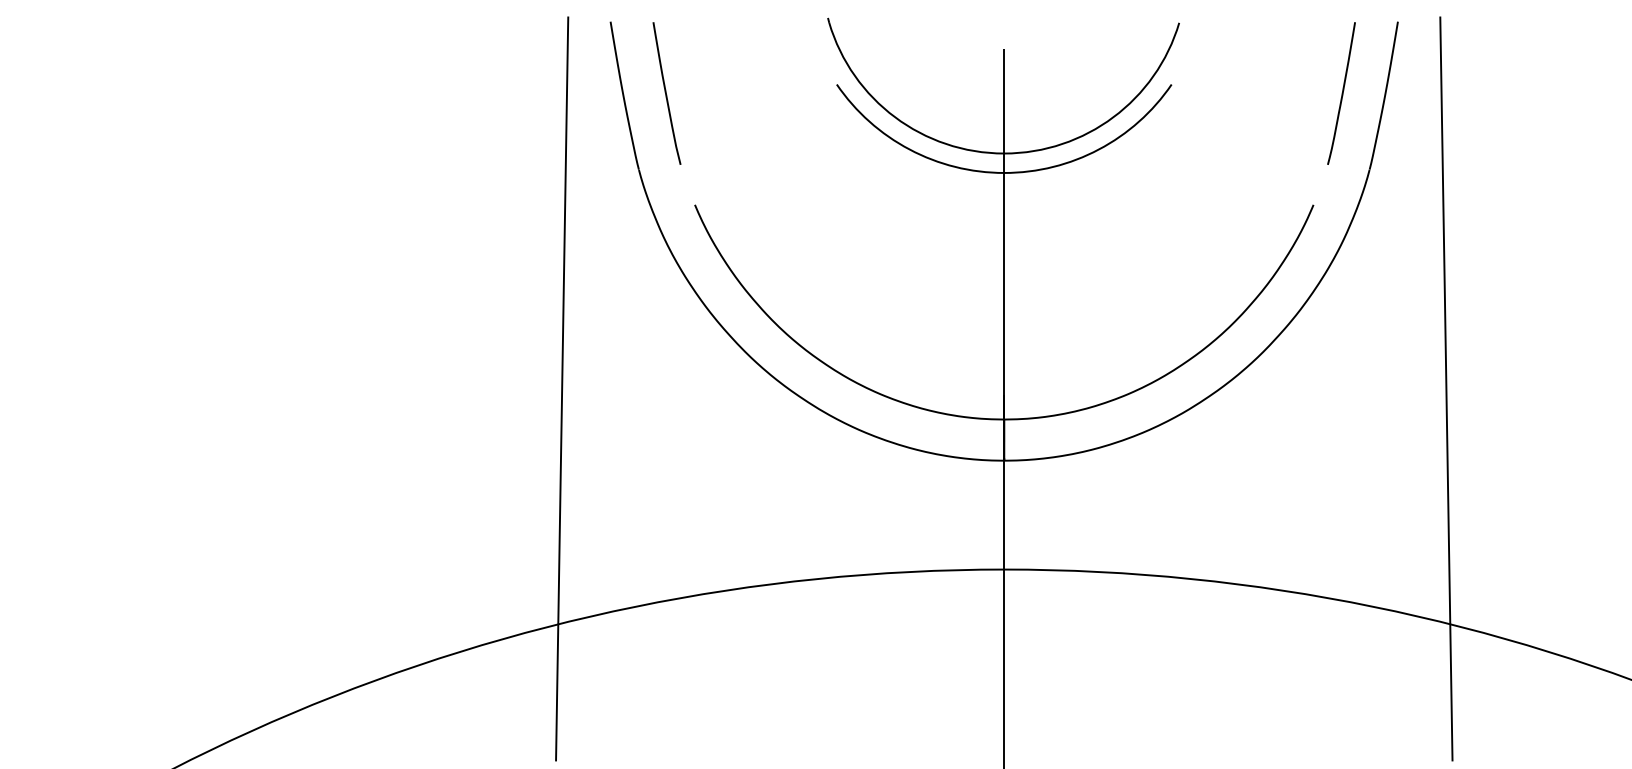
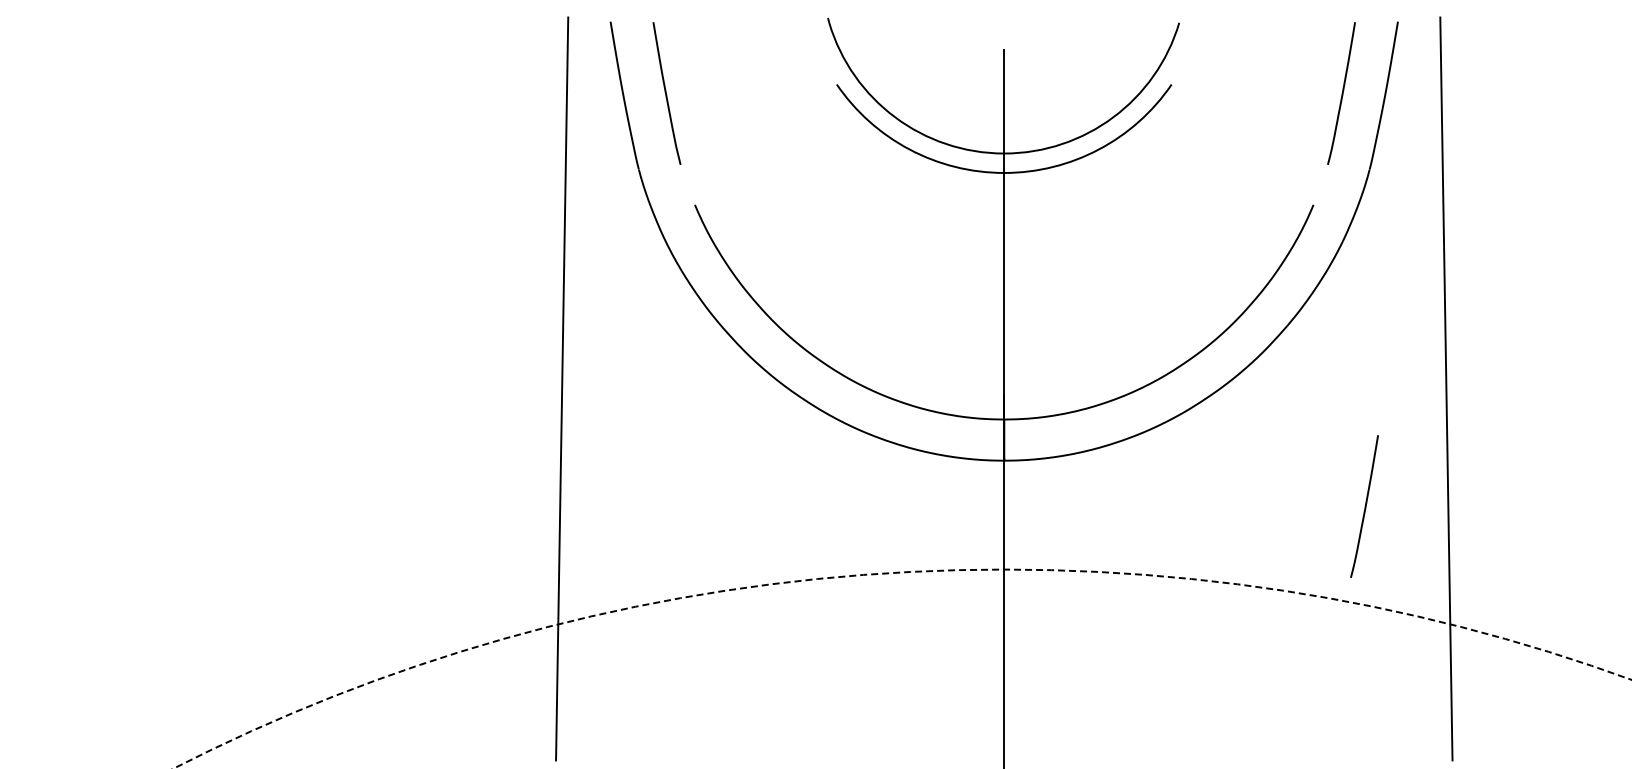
curve at (1364, 506): none -> present
circle at (901, 668): solid -> dashed
